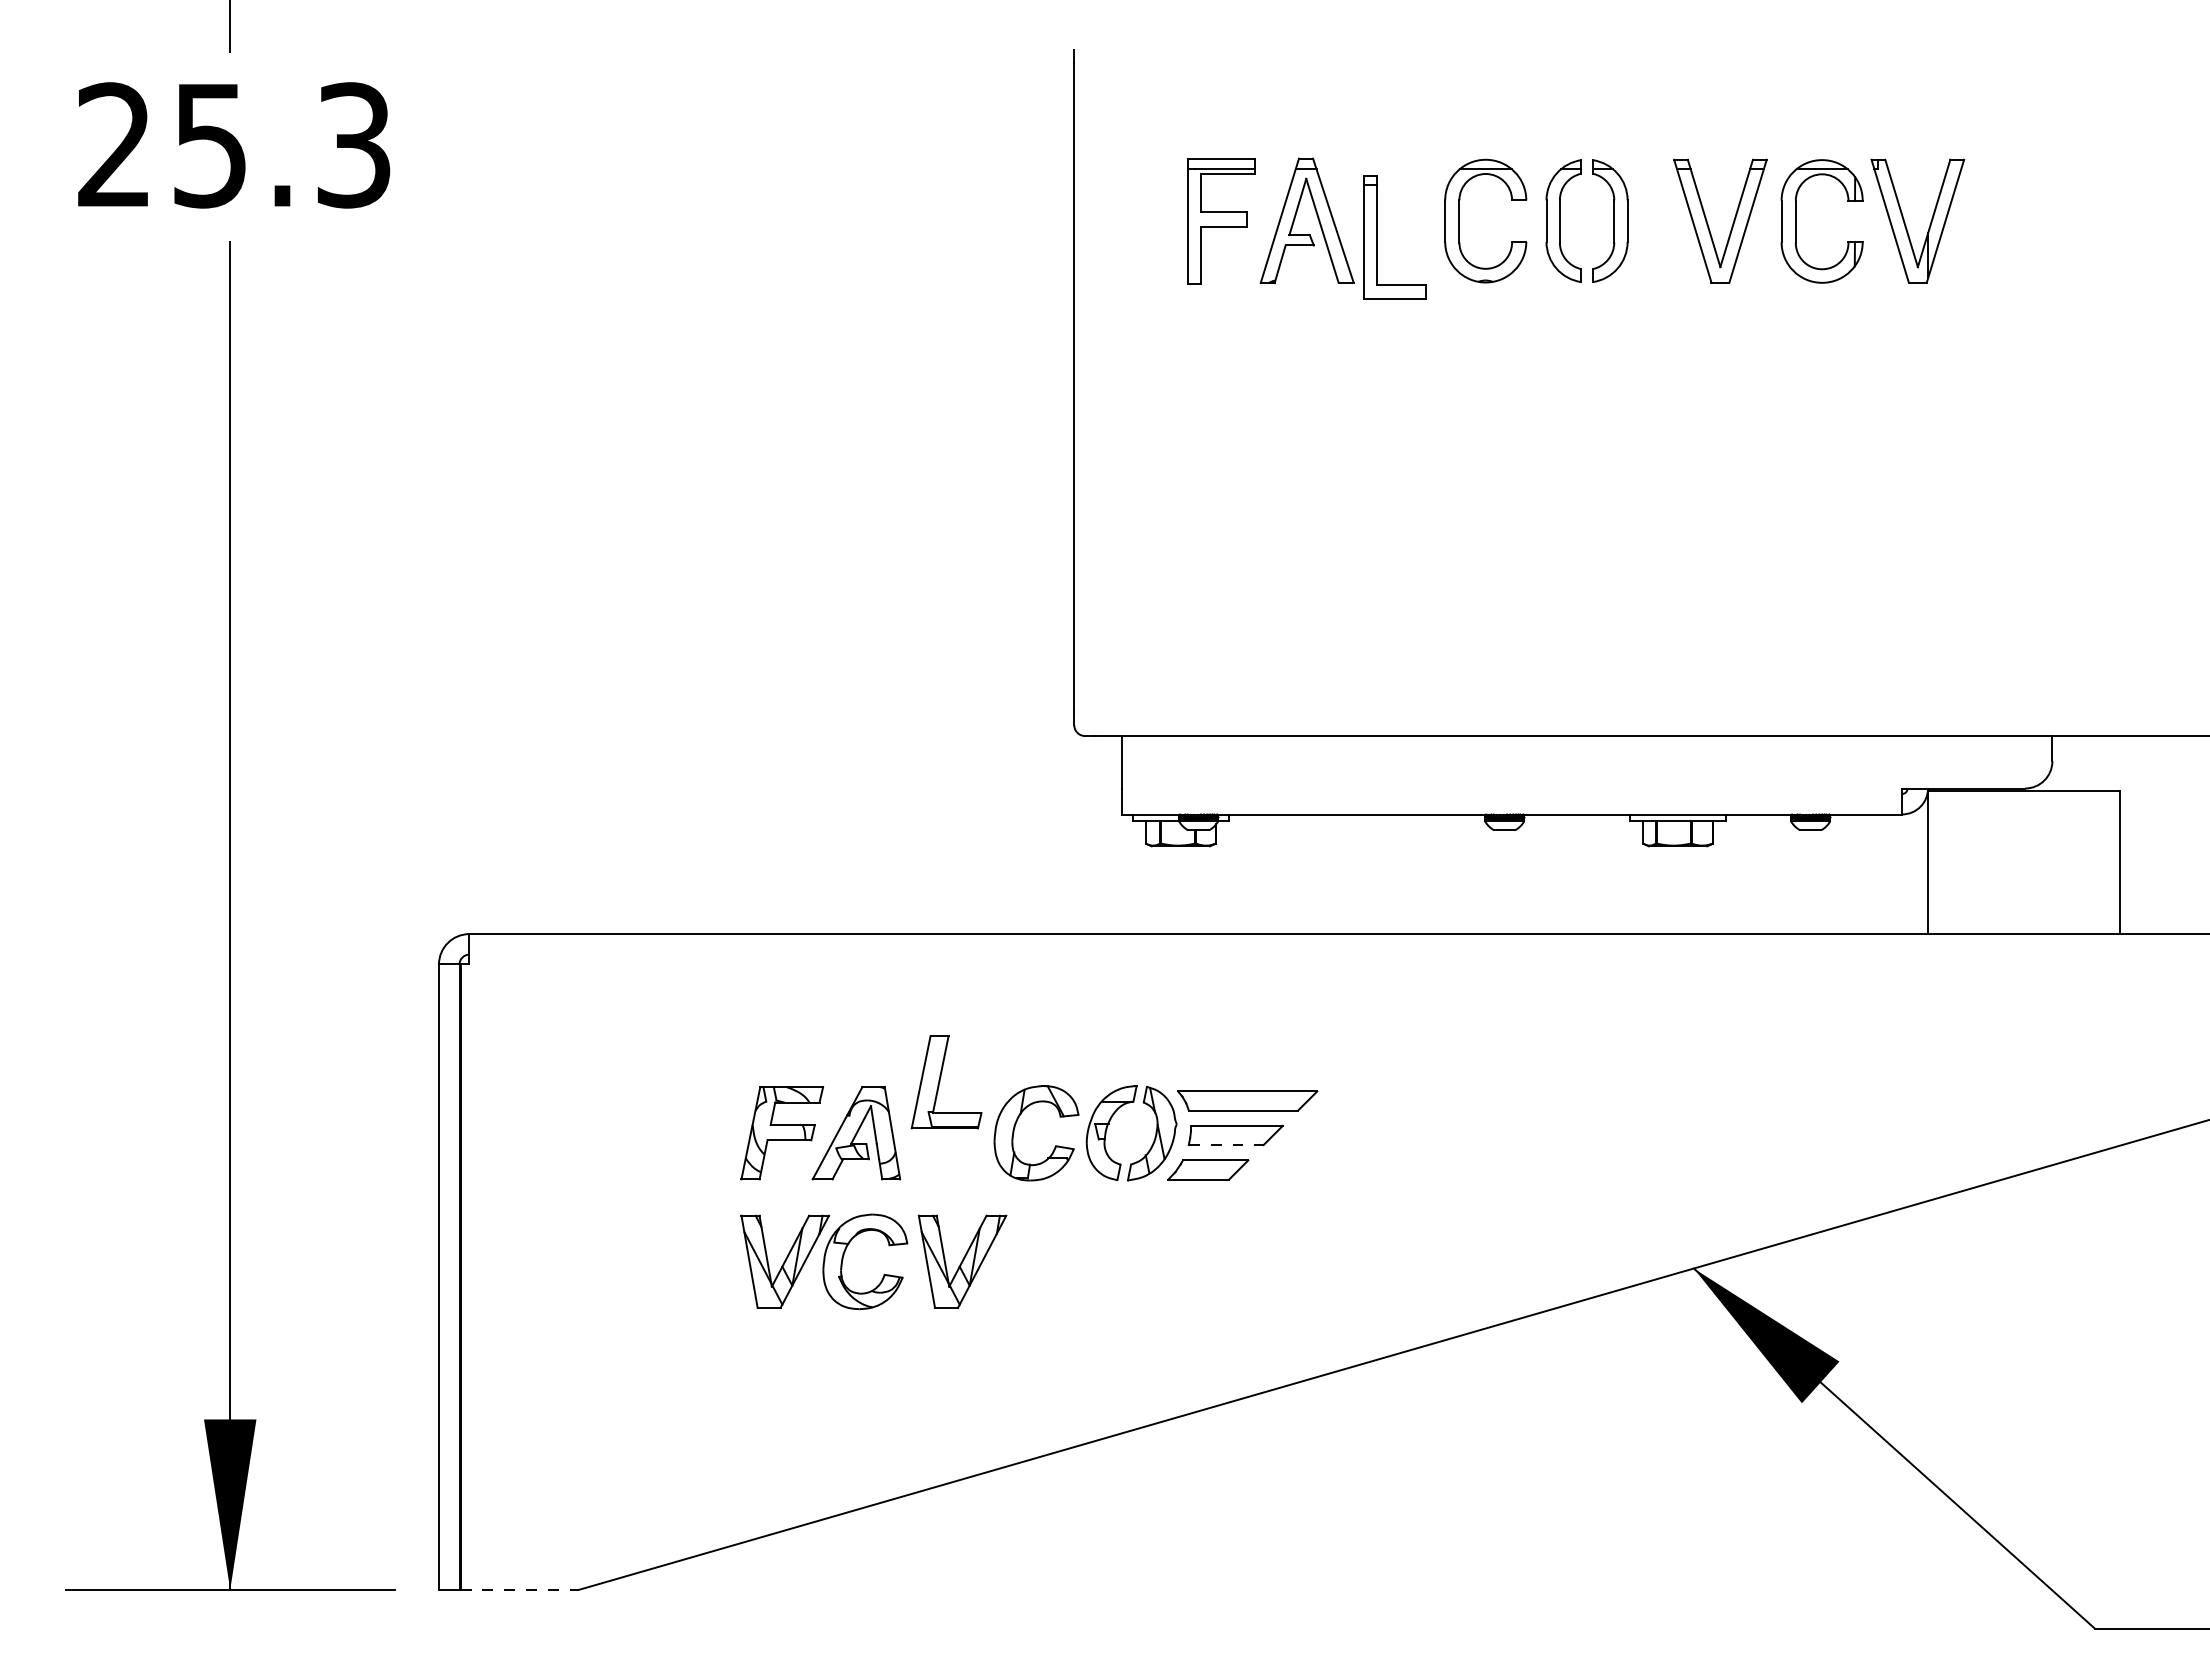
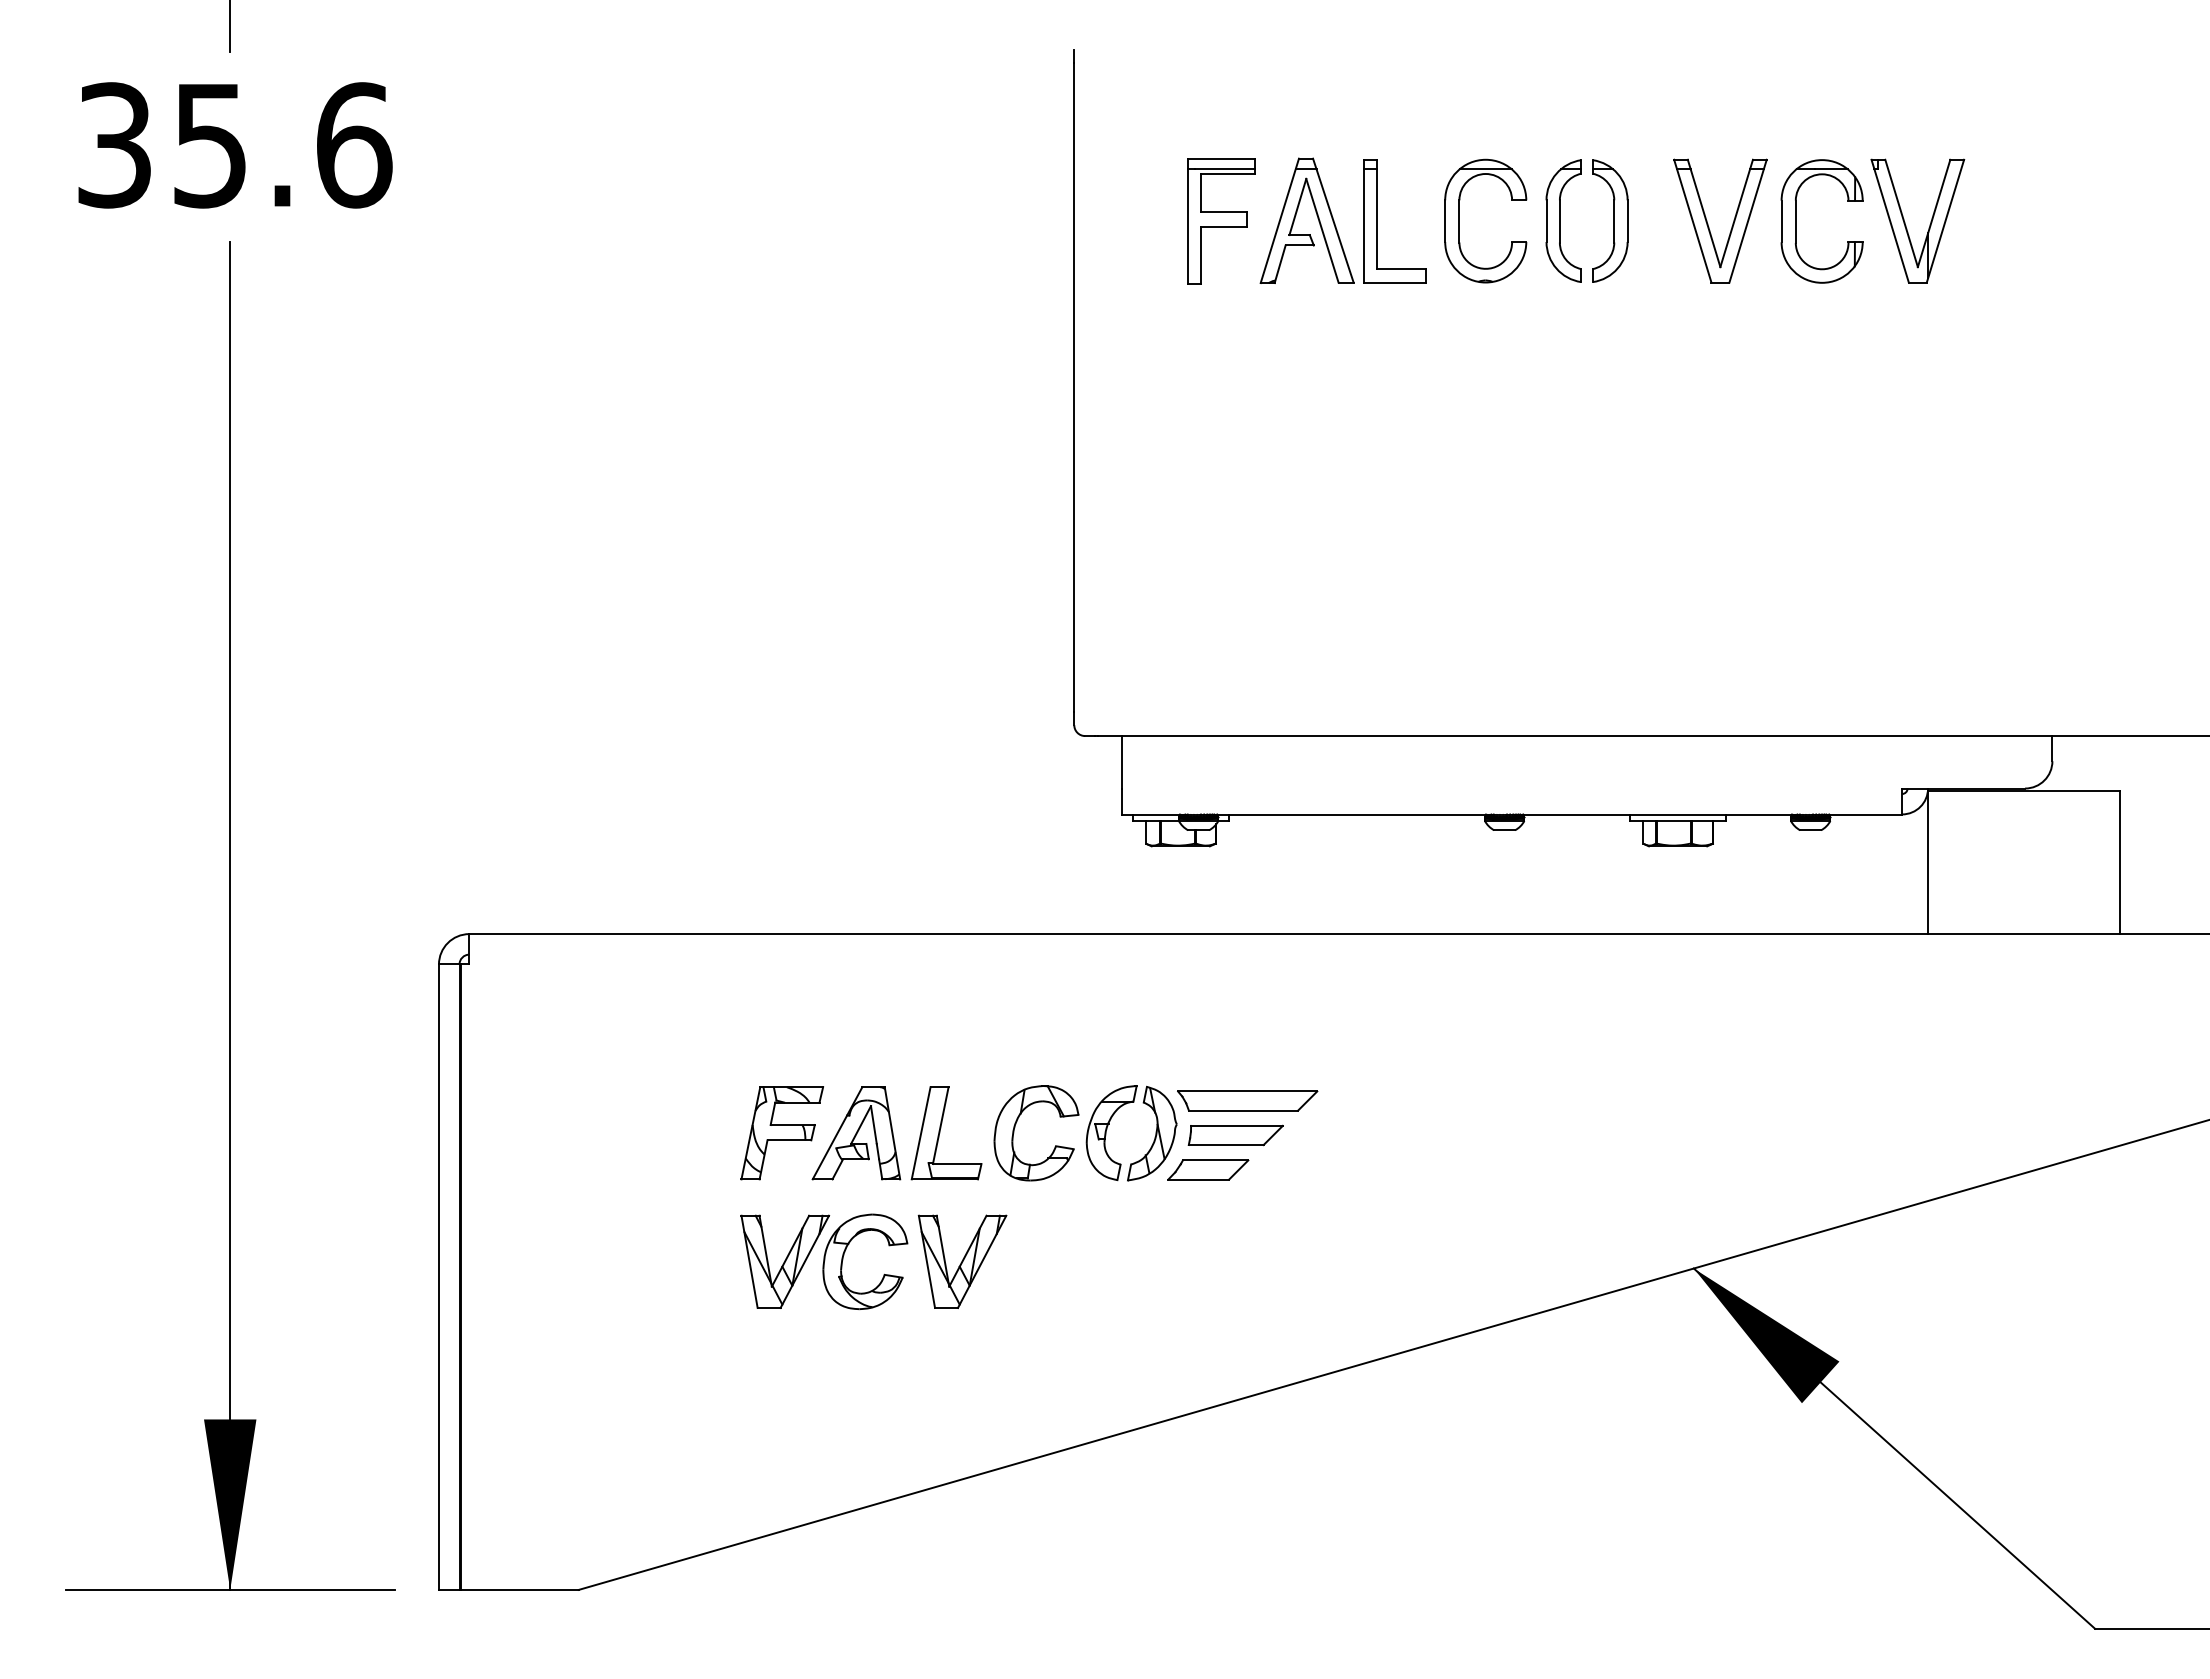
text at (235, 145): 25.3 -> 35.6
part at (1377, 237) position: (1377, 237) -> (1377, 221)
part at (946, 1082) position: (946, 1082) -> (946, 1133)
line at (1226, 1145): dashed -> solid
line at (520, 1589): dashed -> solid
